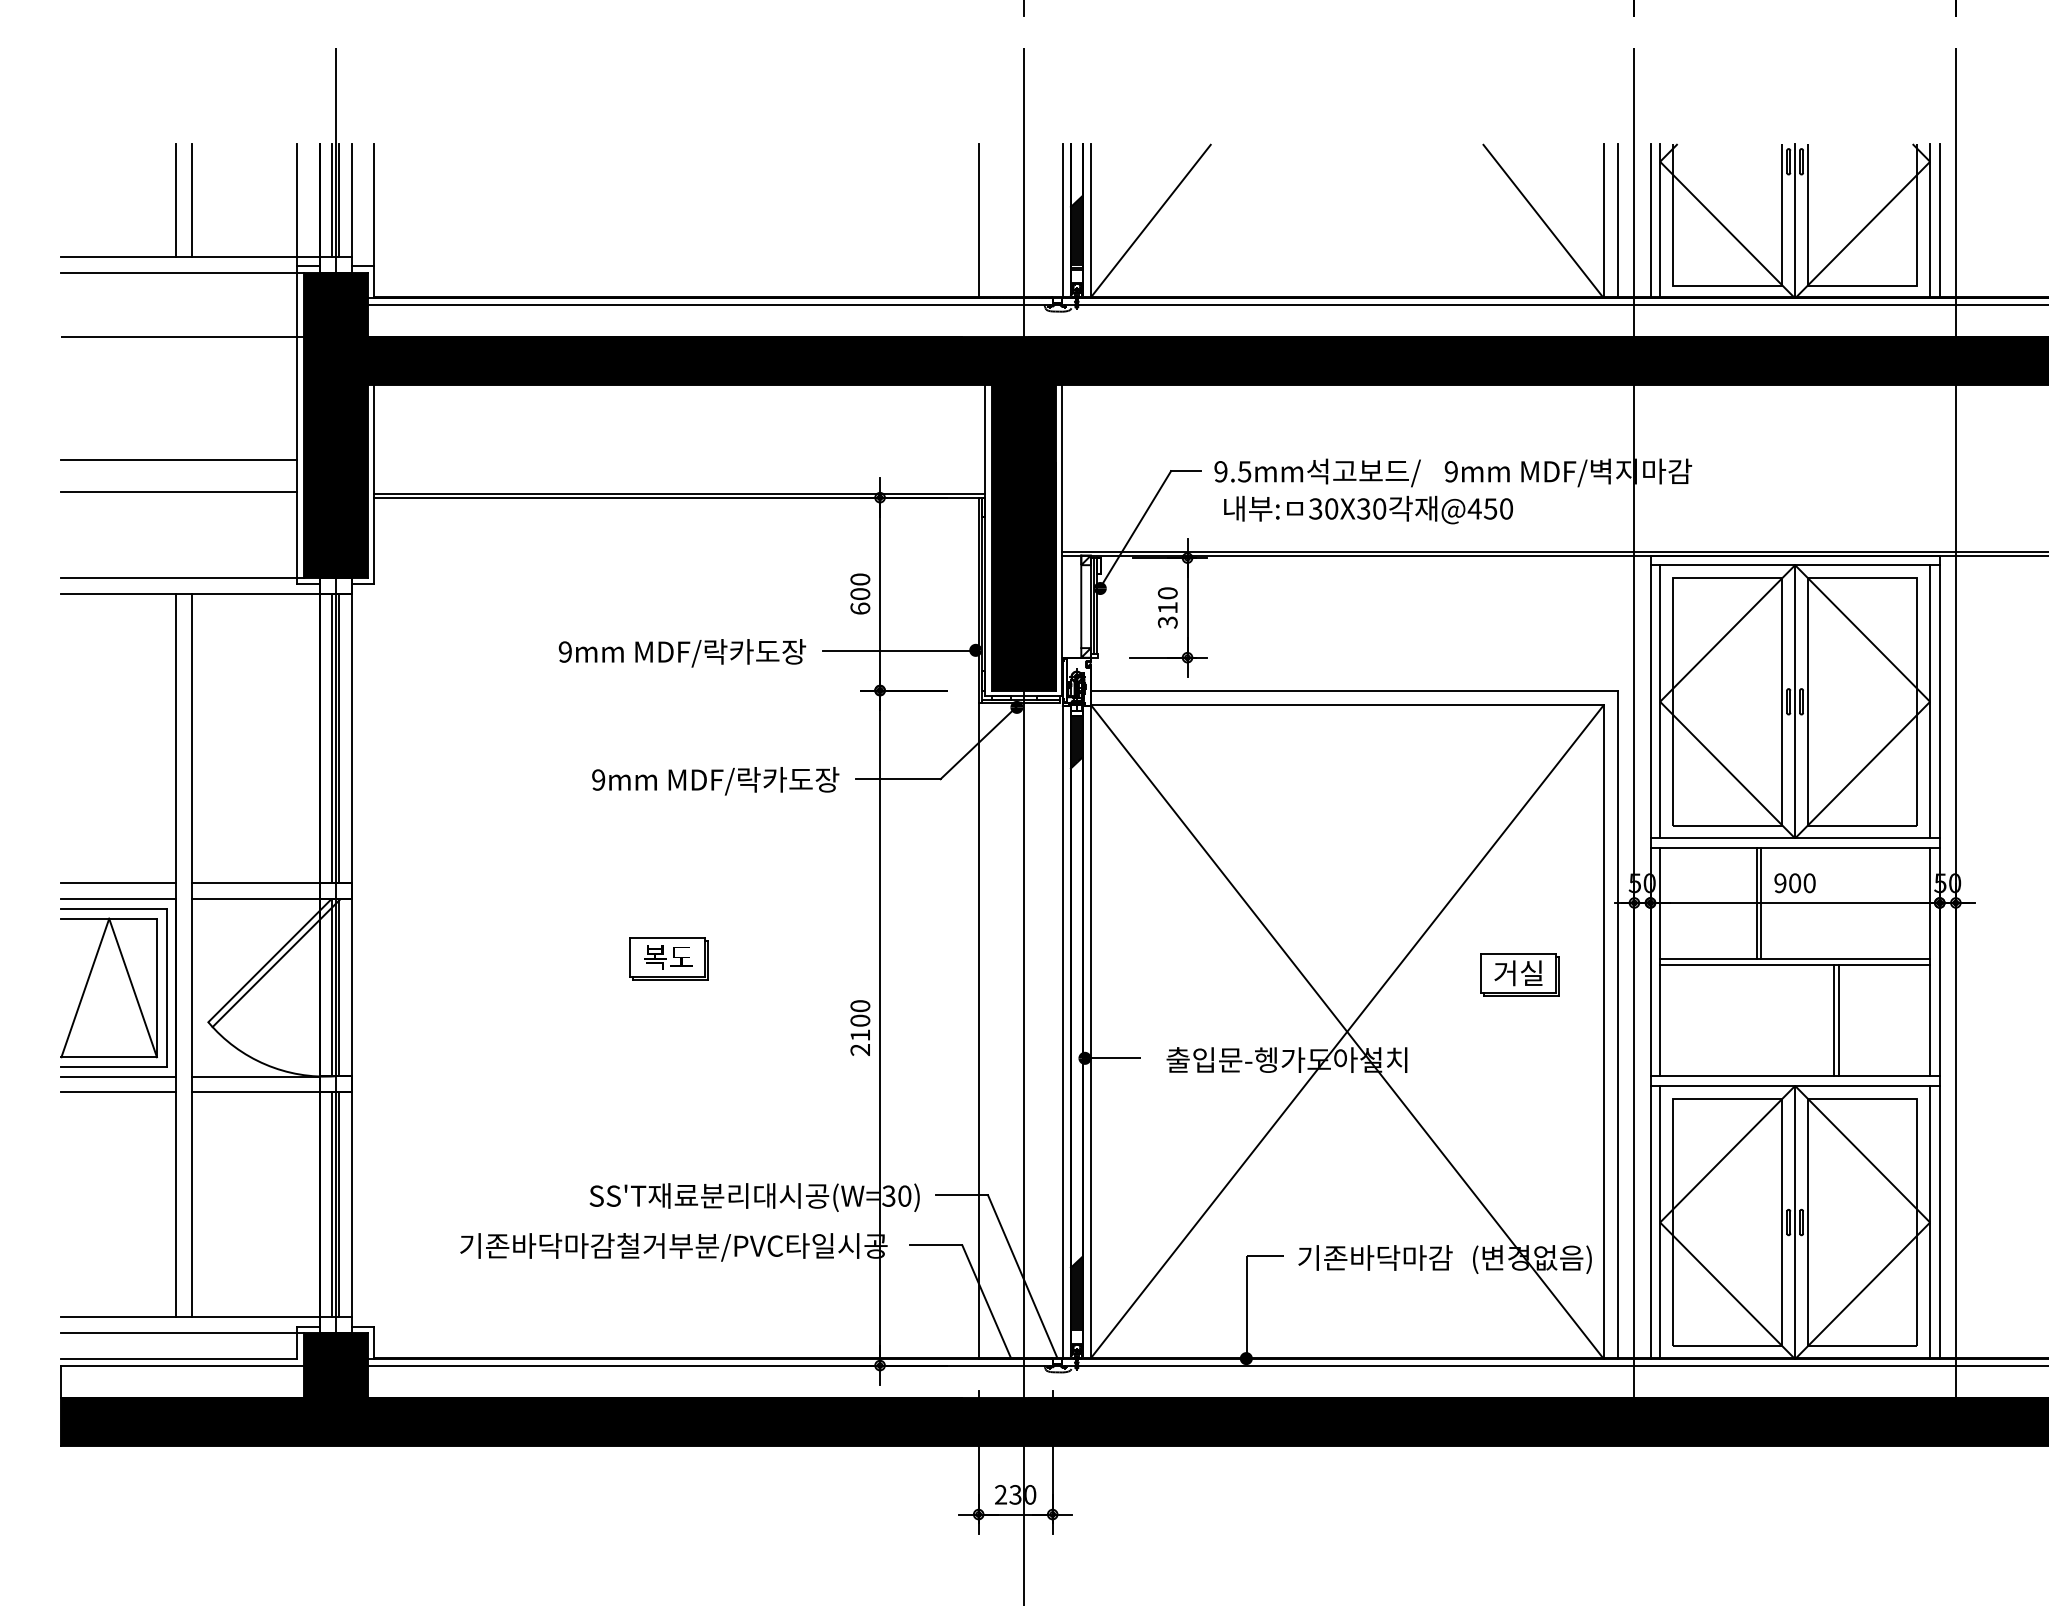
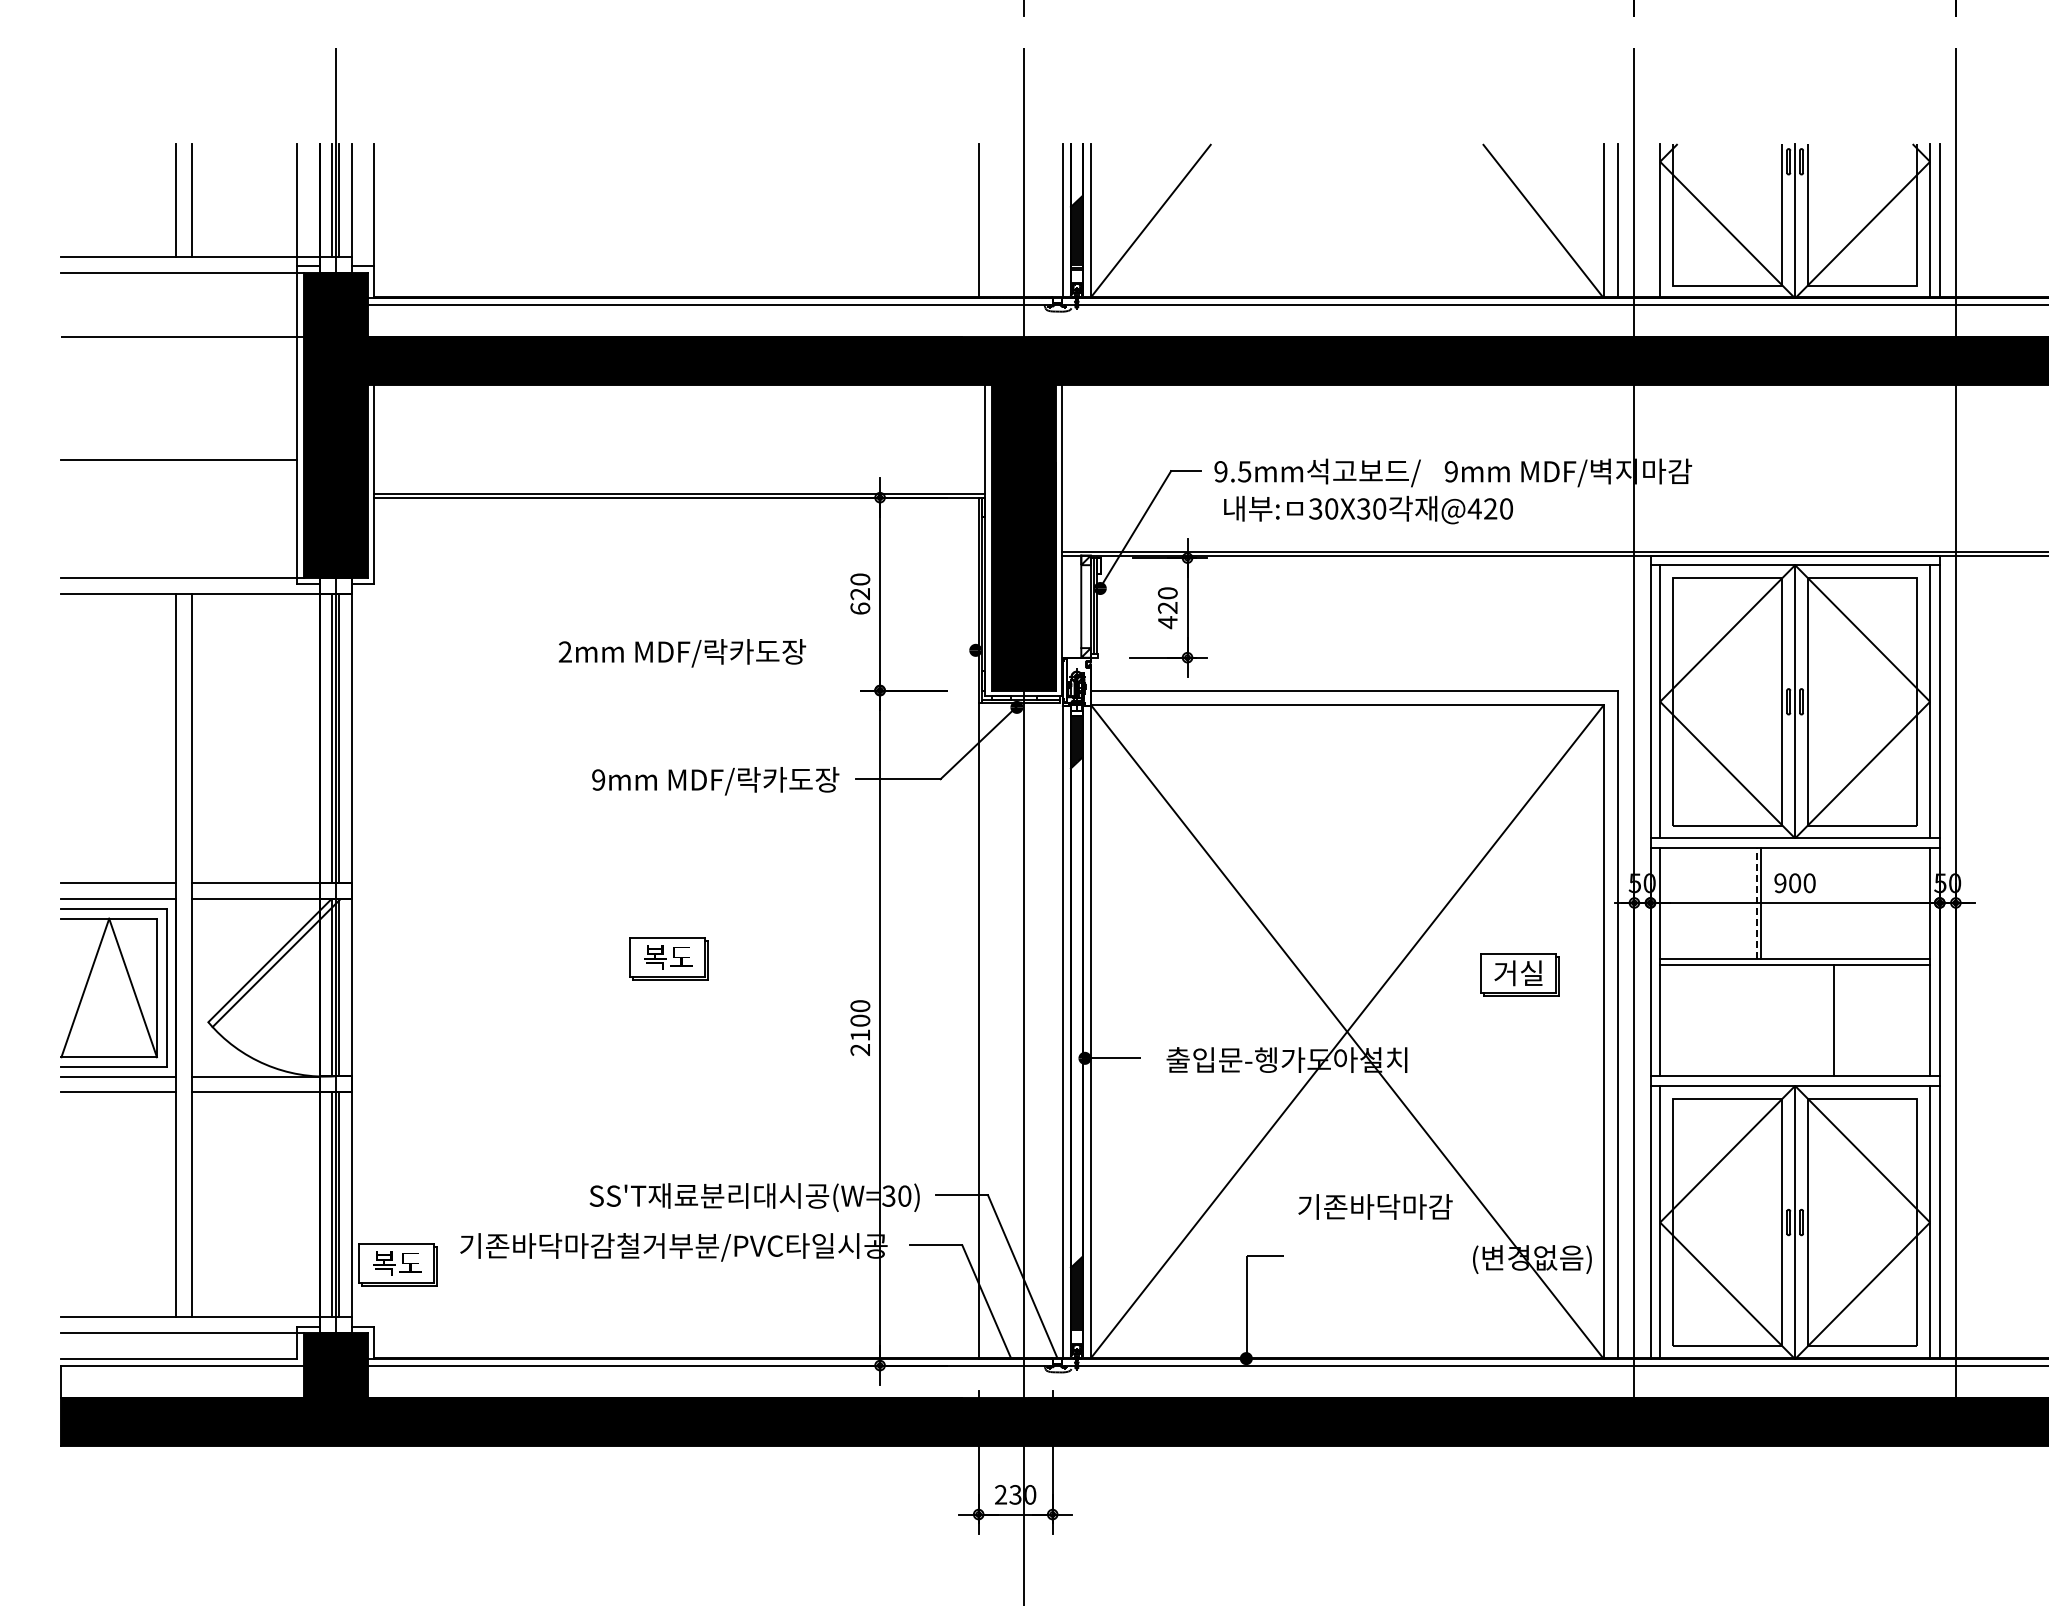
line at (1650, 221): present -> none
line at (179, 491): present -> none
text at (1490, 508): @450 -> @420
text at (860, 594): 600 -> 620
text at (1167, 615): 310 -> 420
text at (564, 651): 9mm -> 2mm
line at (900, 651): present -> none
line at (1756, 903): solid -> dashed
line at (1838, 1020): present -> none
text at (1375, 1257) position: (1375, 1257) -> (1375, 1206)
part at (397, 1264): none -> present
